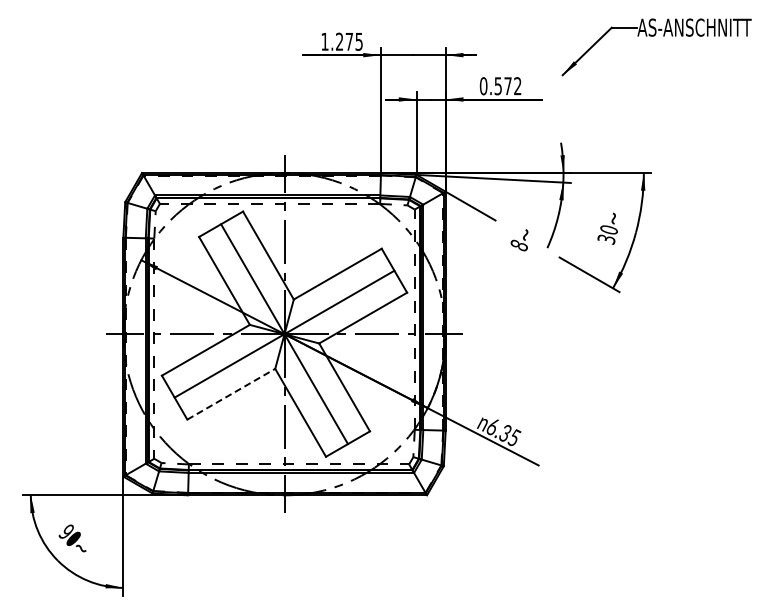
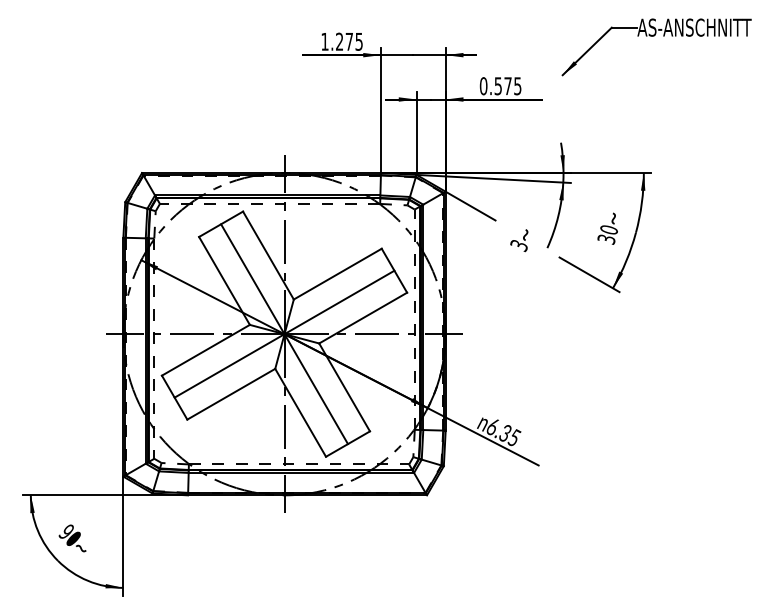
text at (517, 86): 0.572 -> 0.575
text at (518, 245): 8 -> 3
line at (231, 394): dashed -> solid
